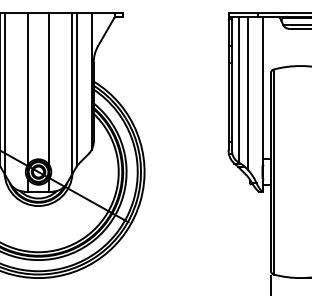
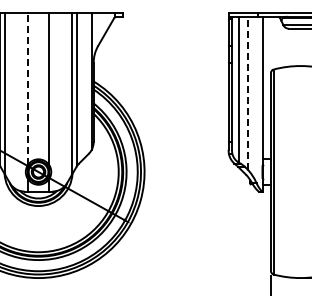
line at (27, 89): solid -> dashed
line at (247, 92): solid -> dashed
